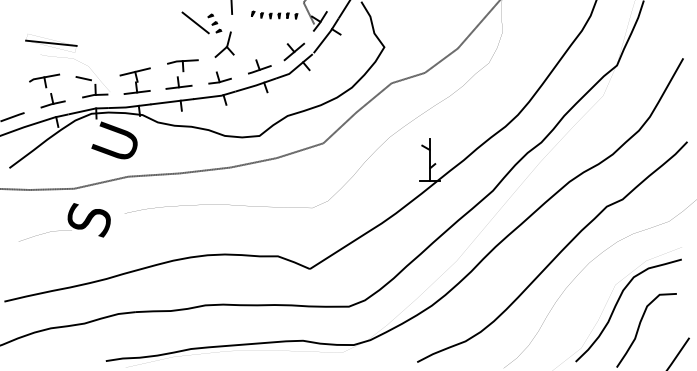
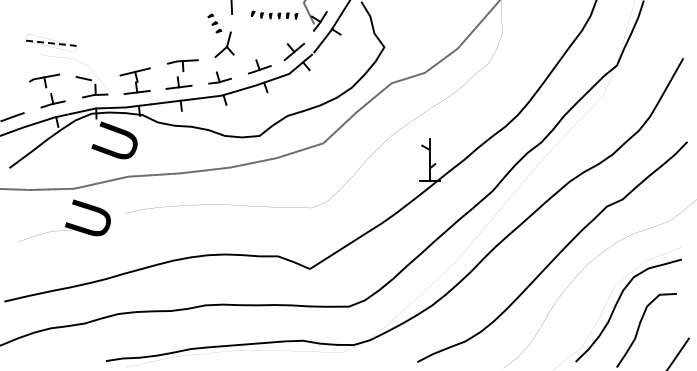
line at (195, 22): present -> none
line at (51, 43): solid -> dashed
text at (87, 218): S -> U
